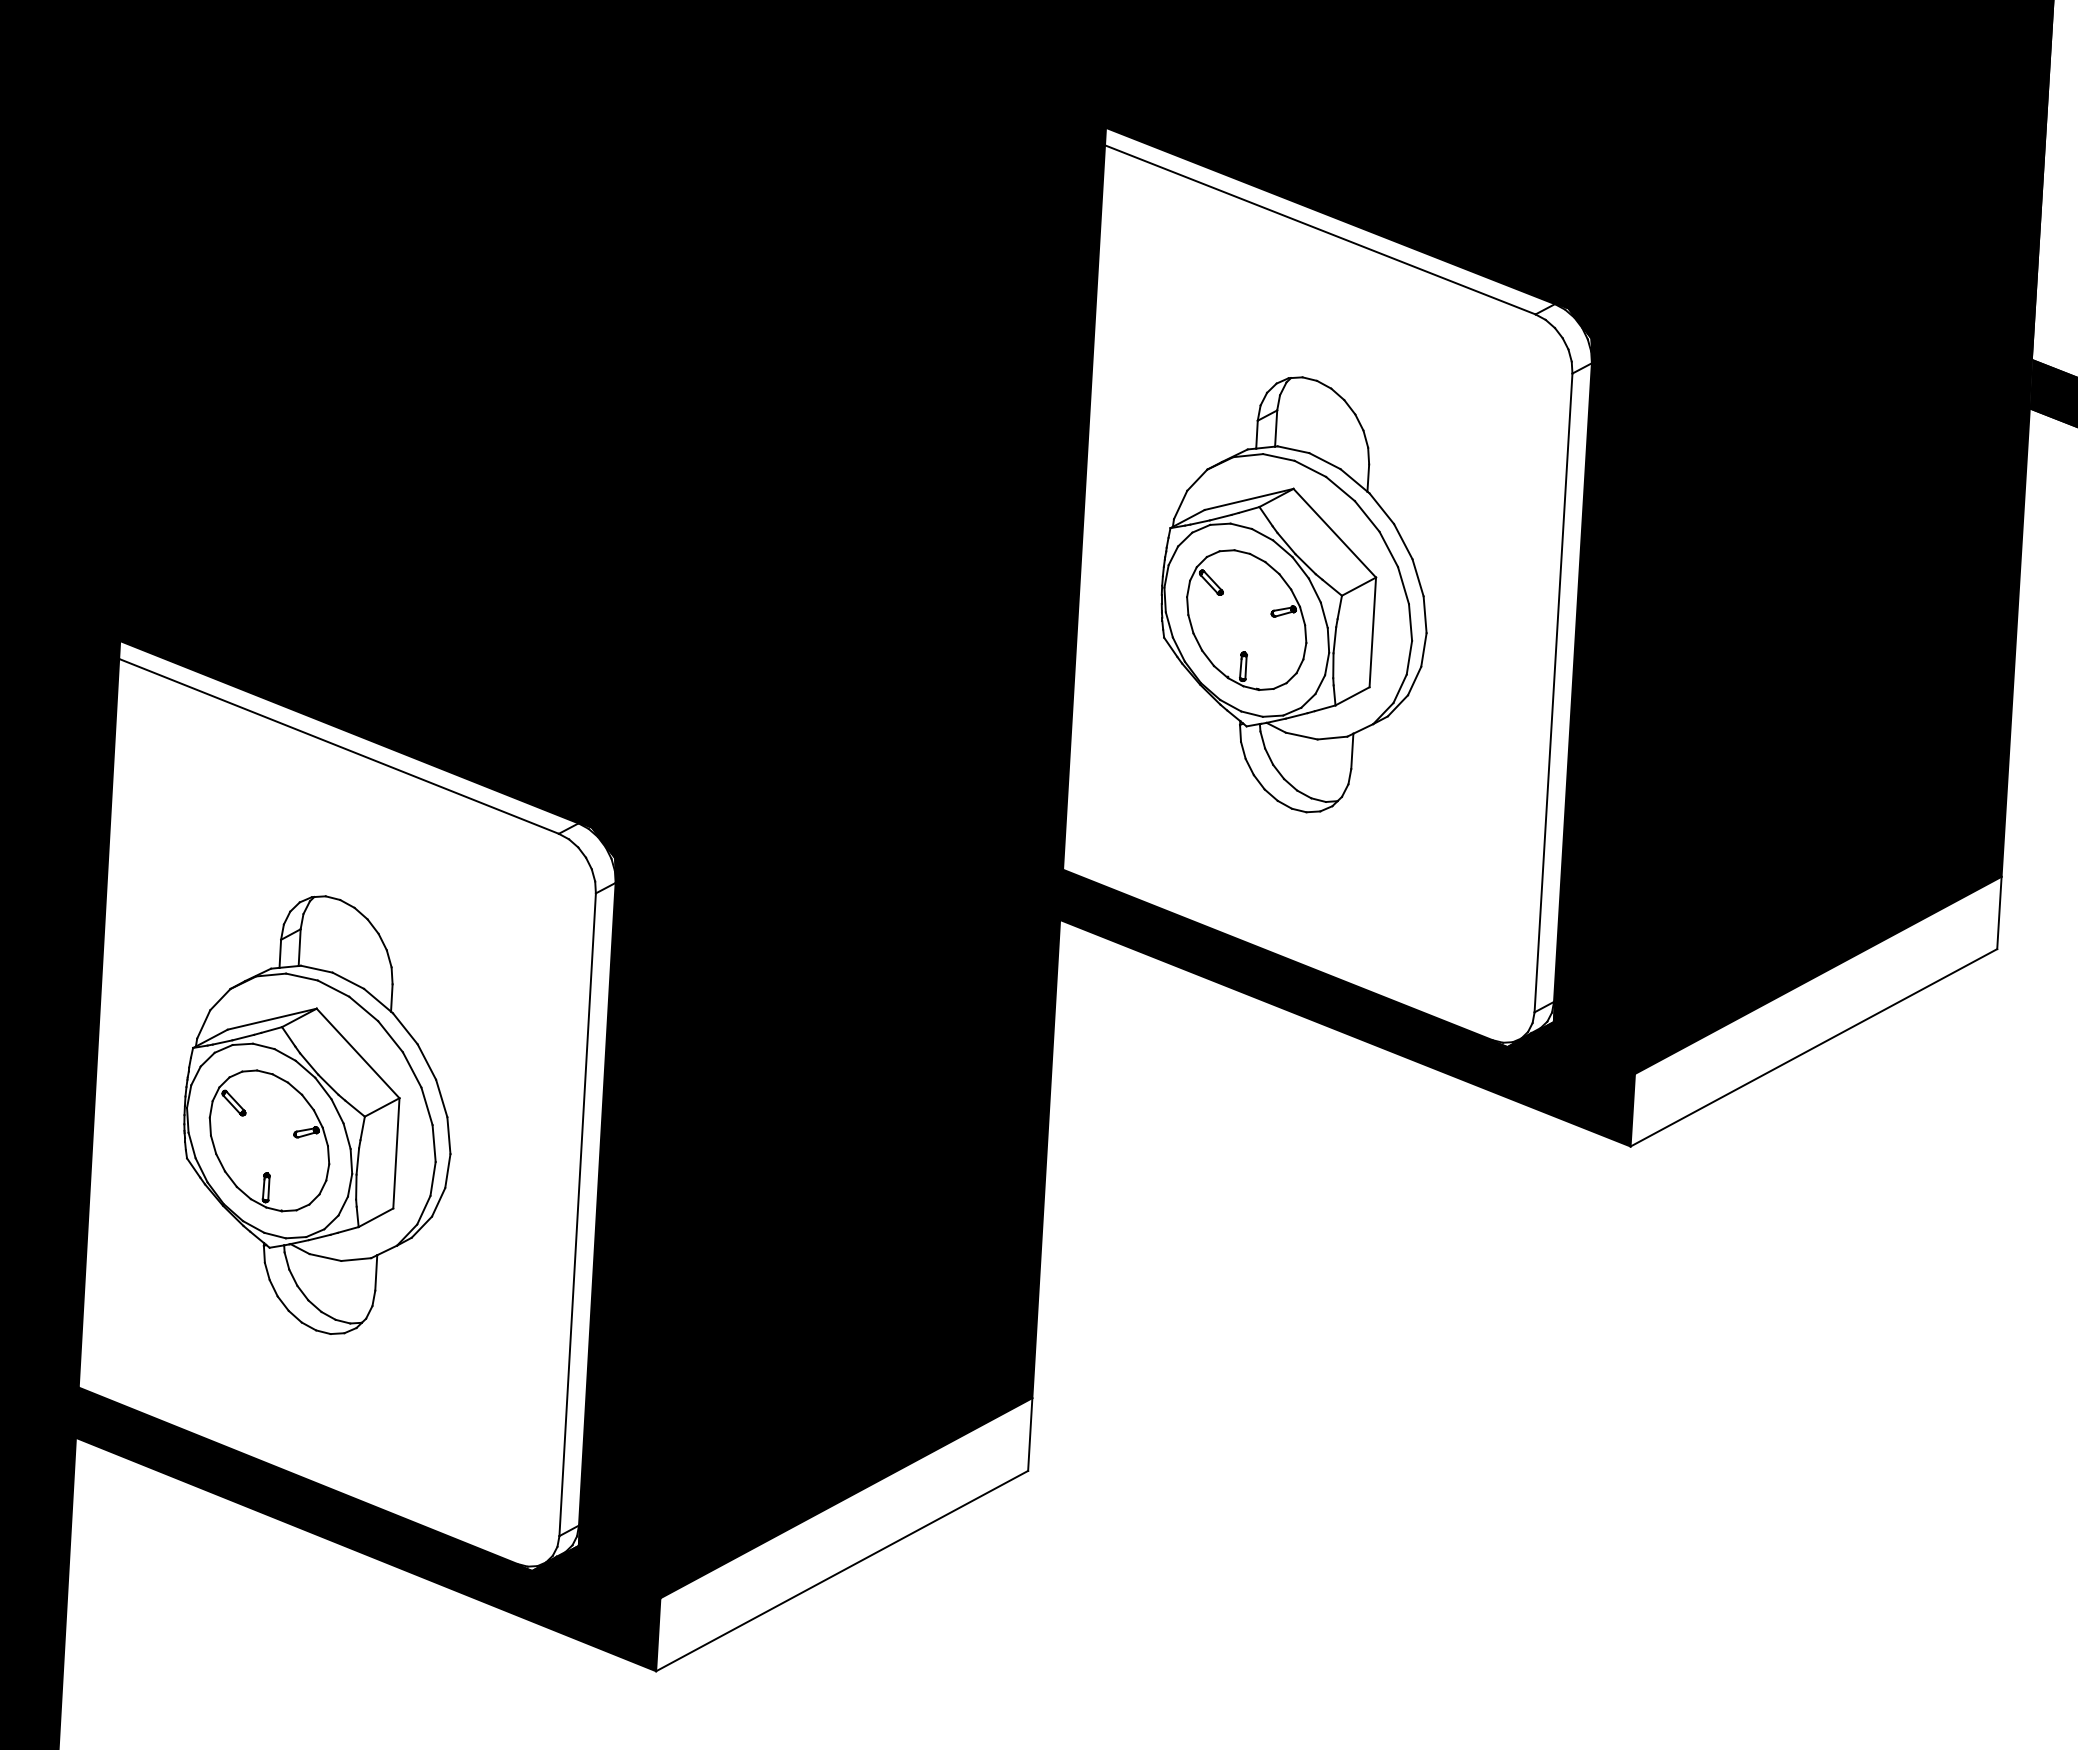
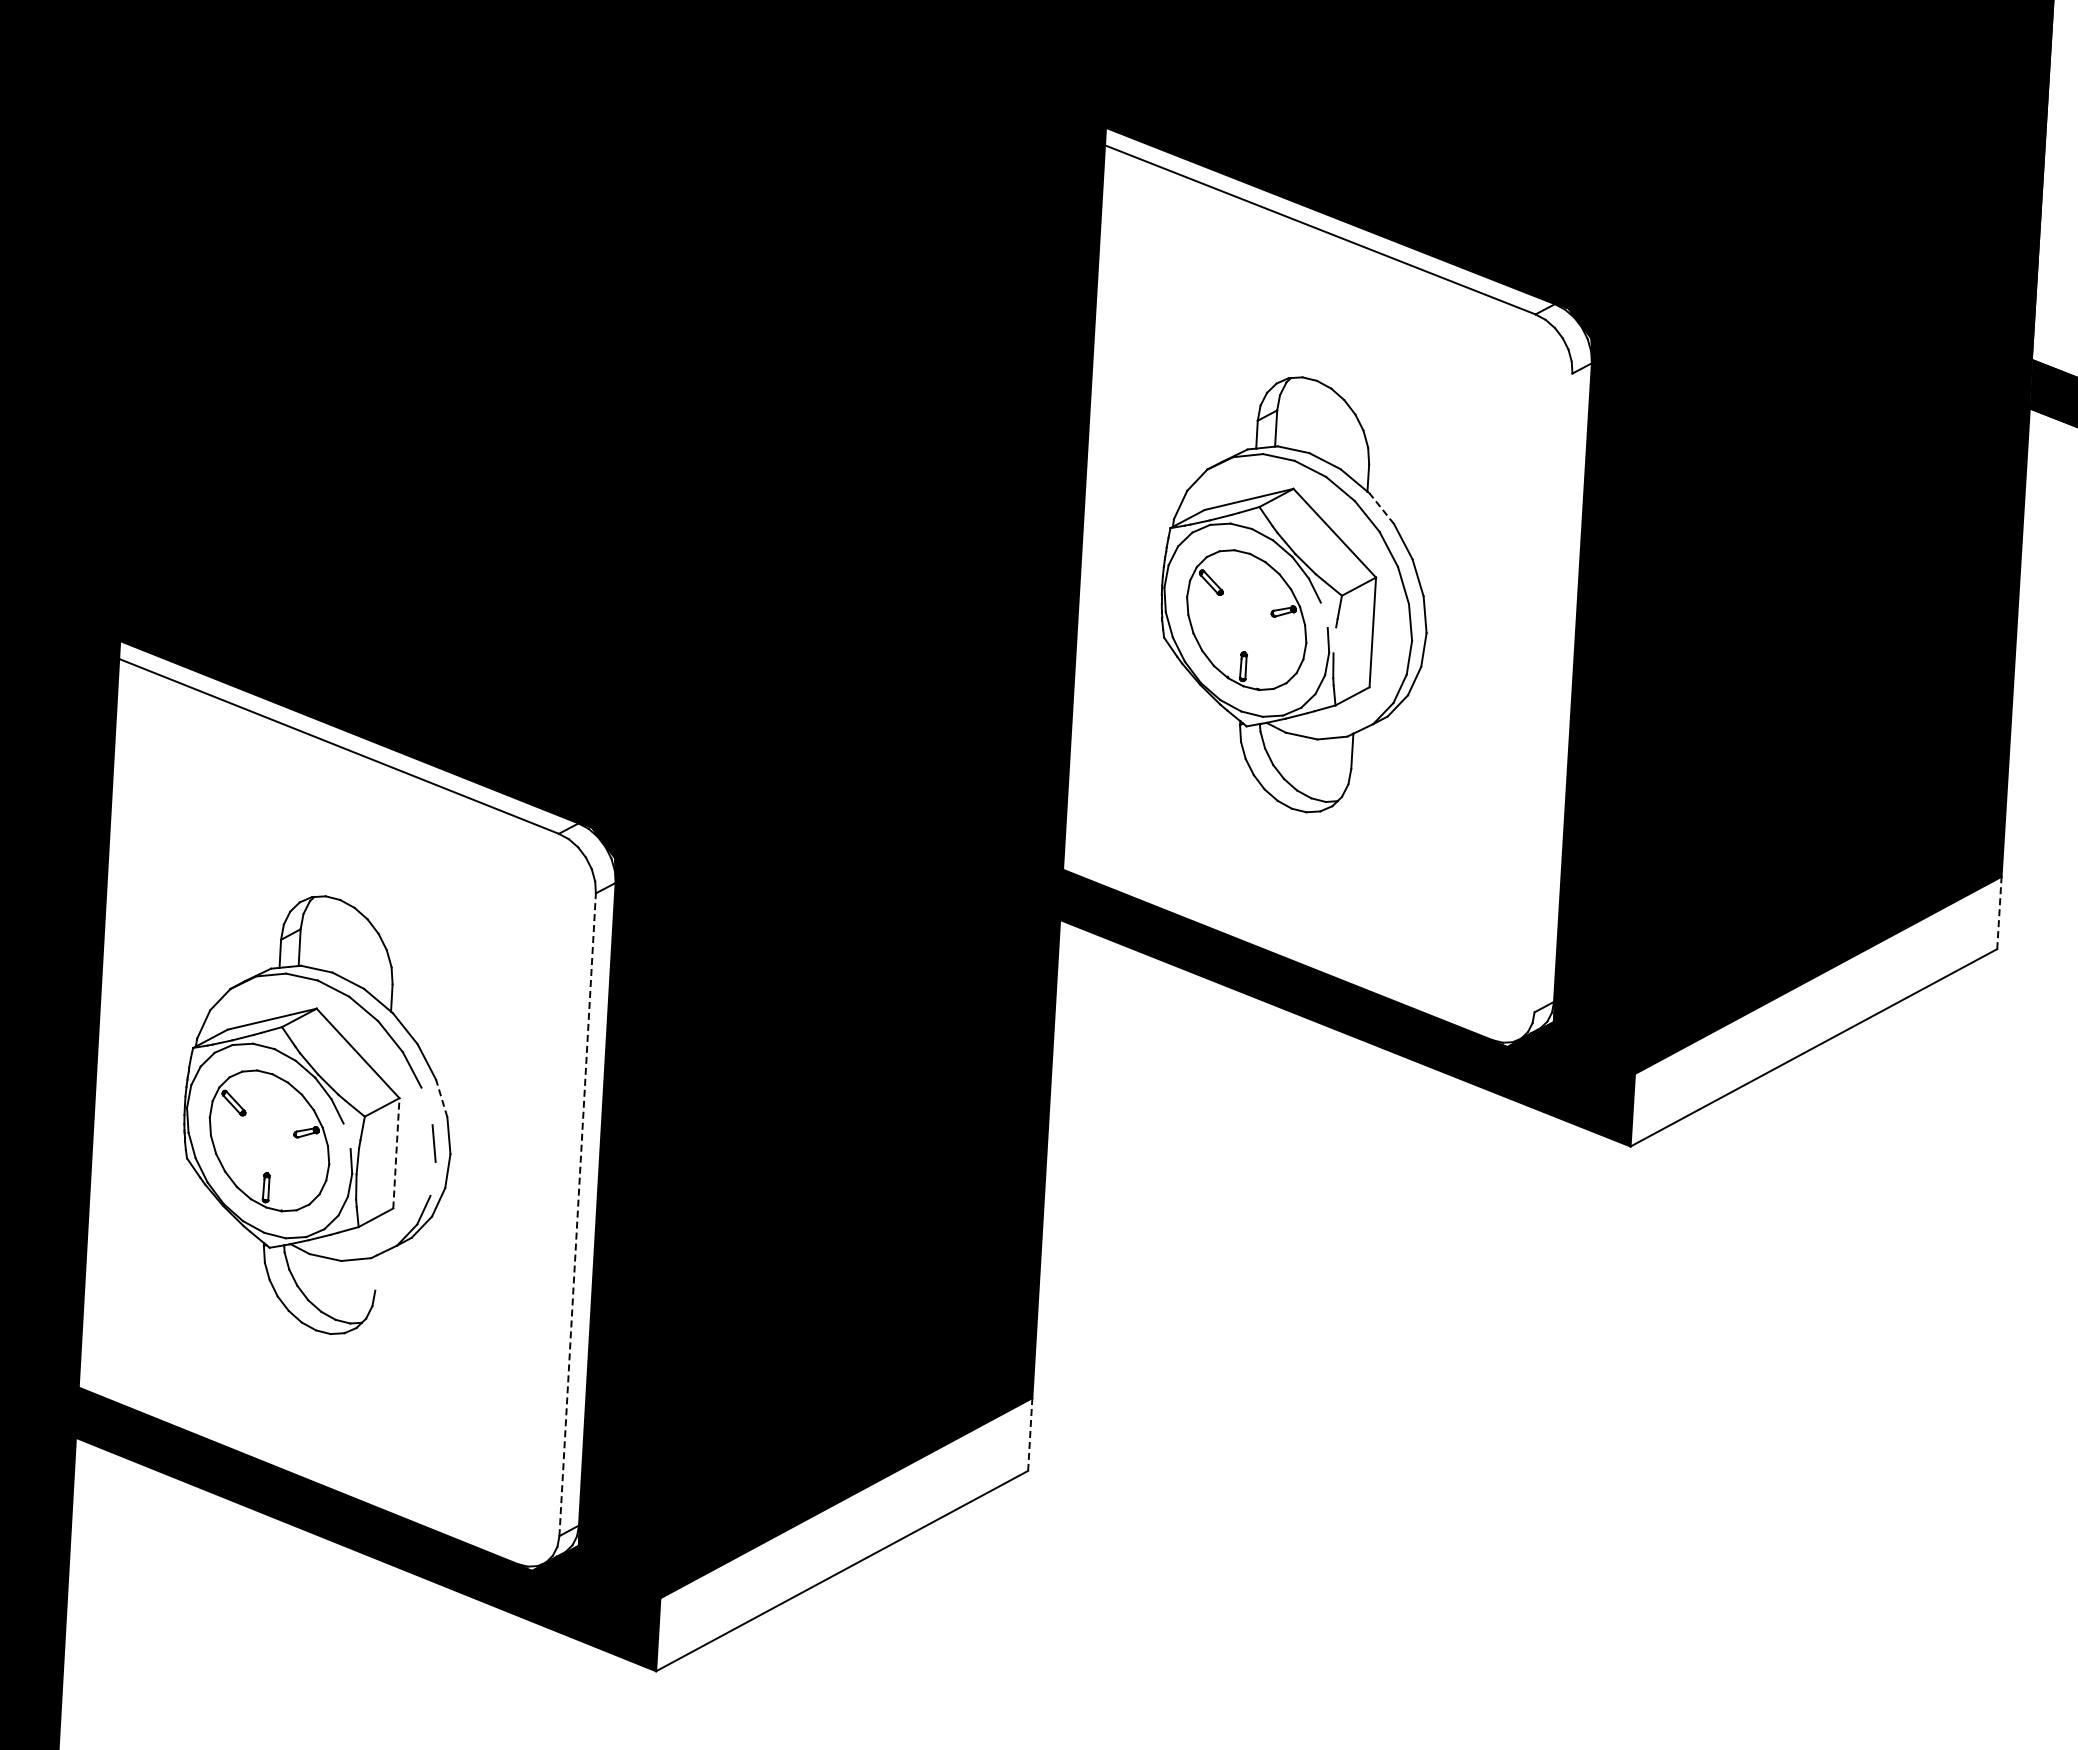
line at (1381, 508): solid -> dashed
line at (1323, 614): present -> none
line at (1334, 640): present -> none
line at (1553, 692): present -> none
line at (1999, 912): solid -> dashed
line at (441, 1098): solid -> dashed
line at (426, 1106): present -> none
line at (346, 1136): present -> none
line at (396, 1152): solid -> dashed
line at (432, 1178): present -> none
line at (577, 1214): solid -> dashed
line at (376, 1272): present -> none
line at (1030, 1434): solid -> dashed
